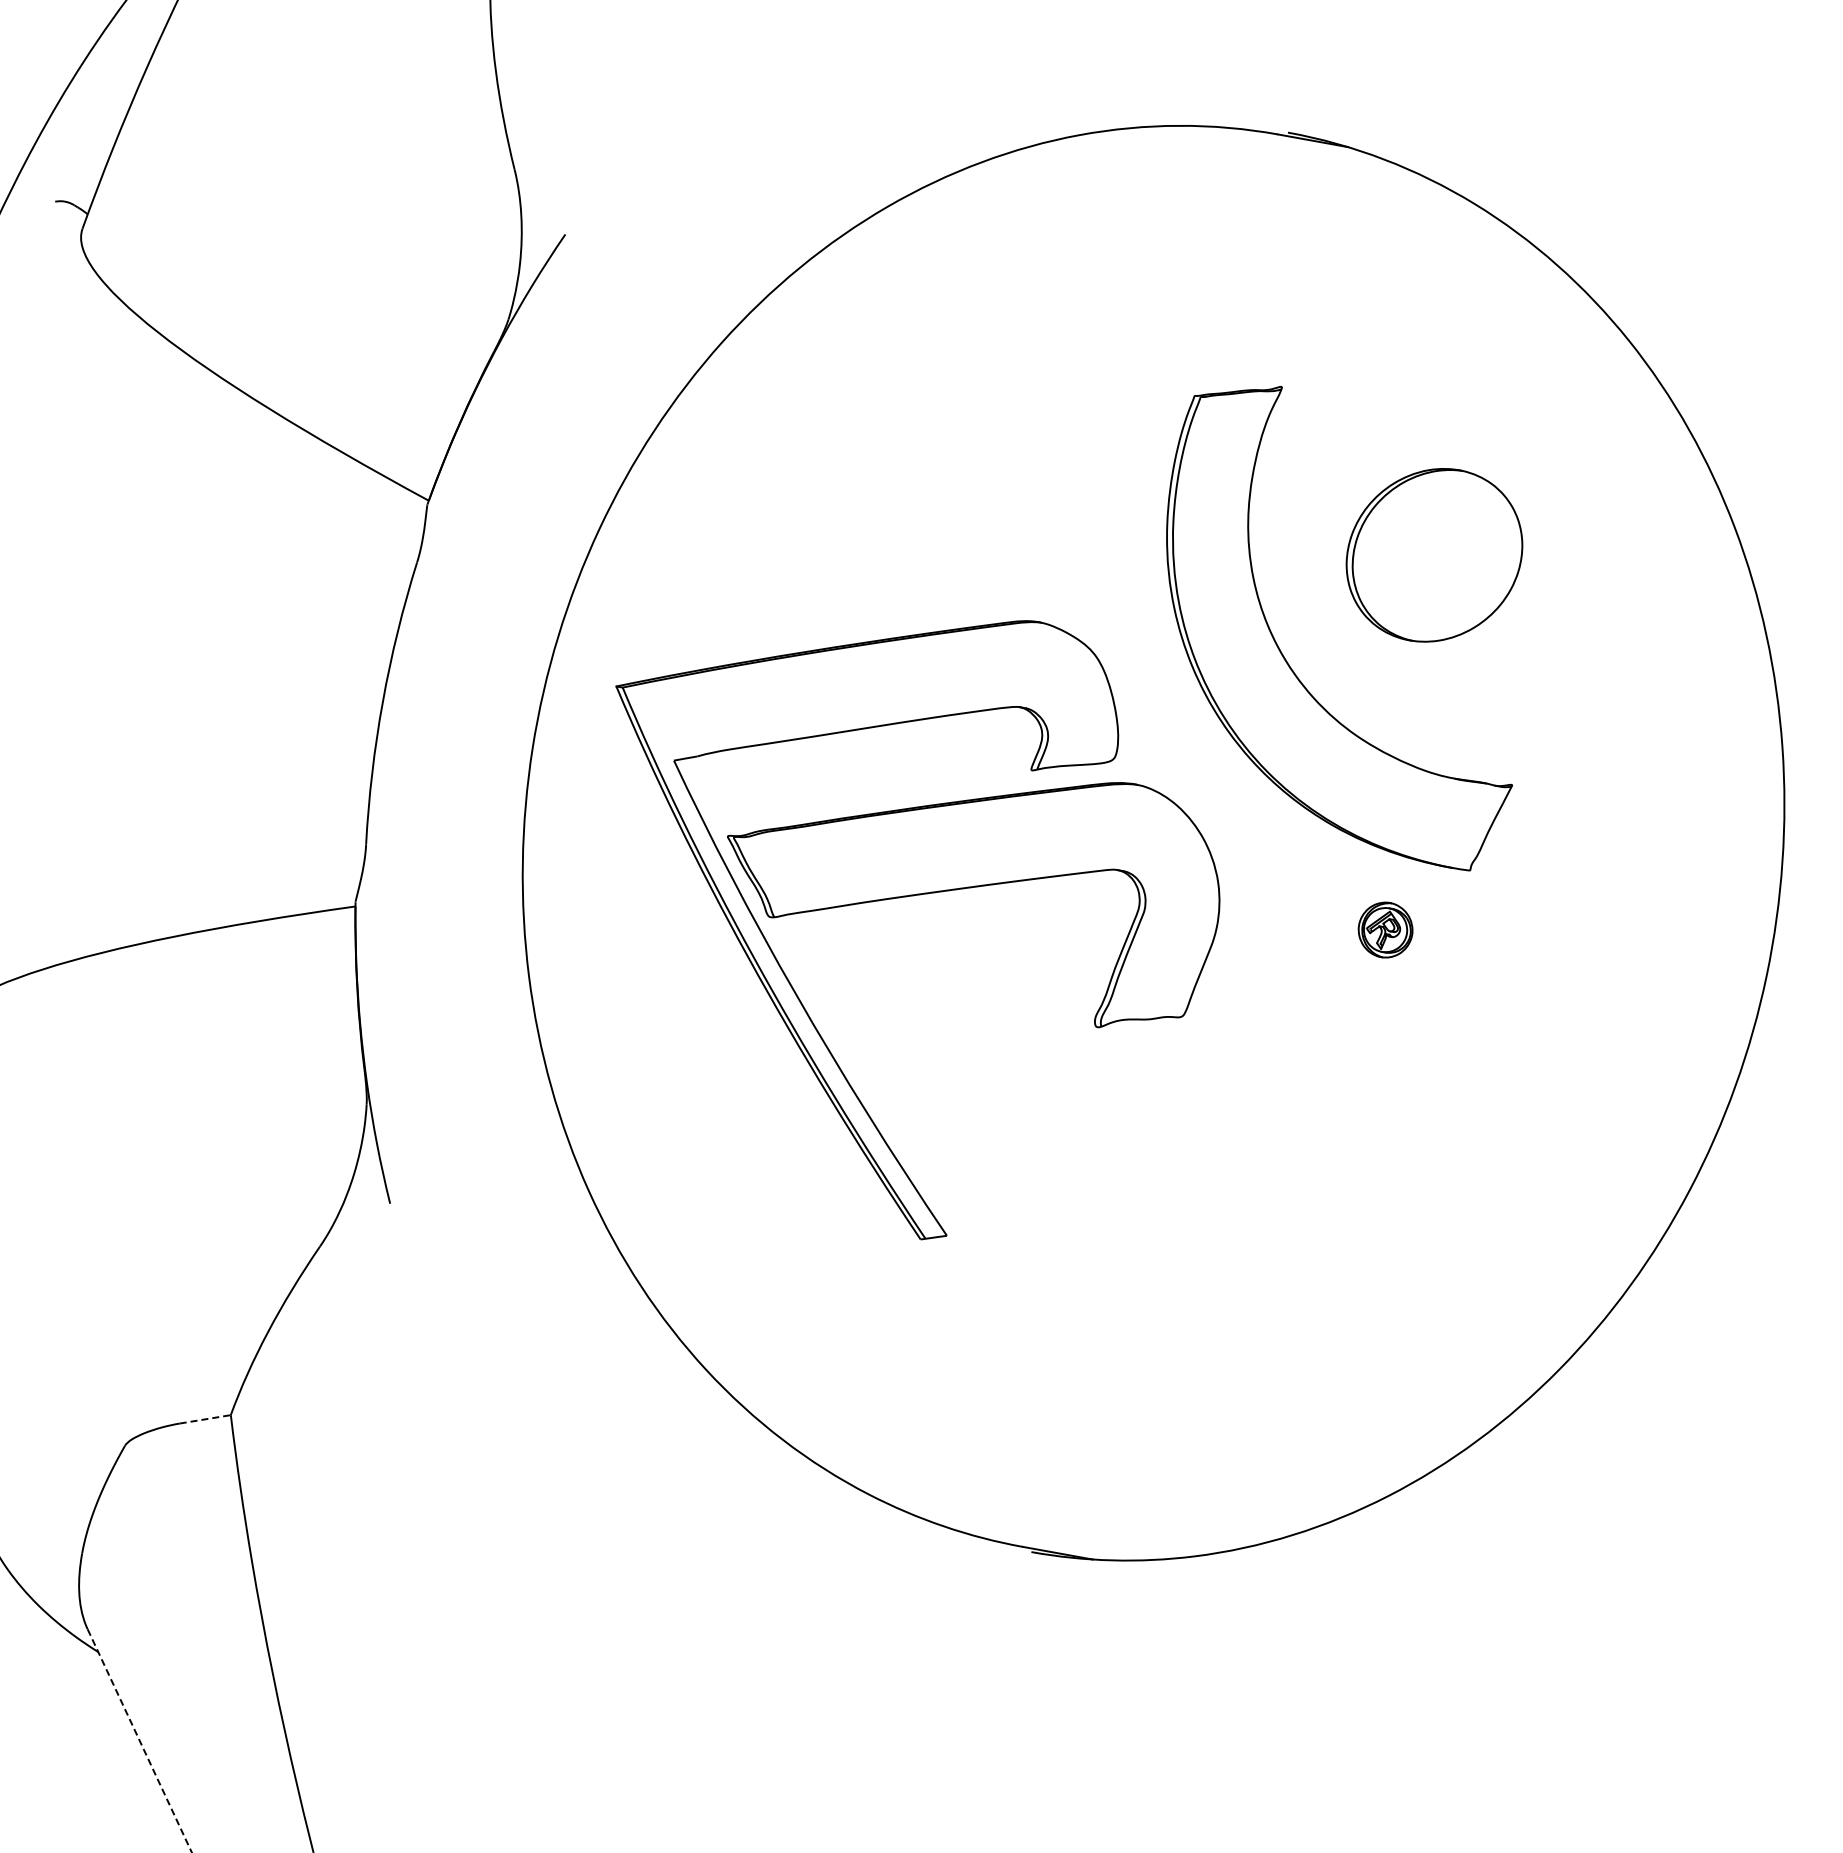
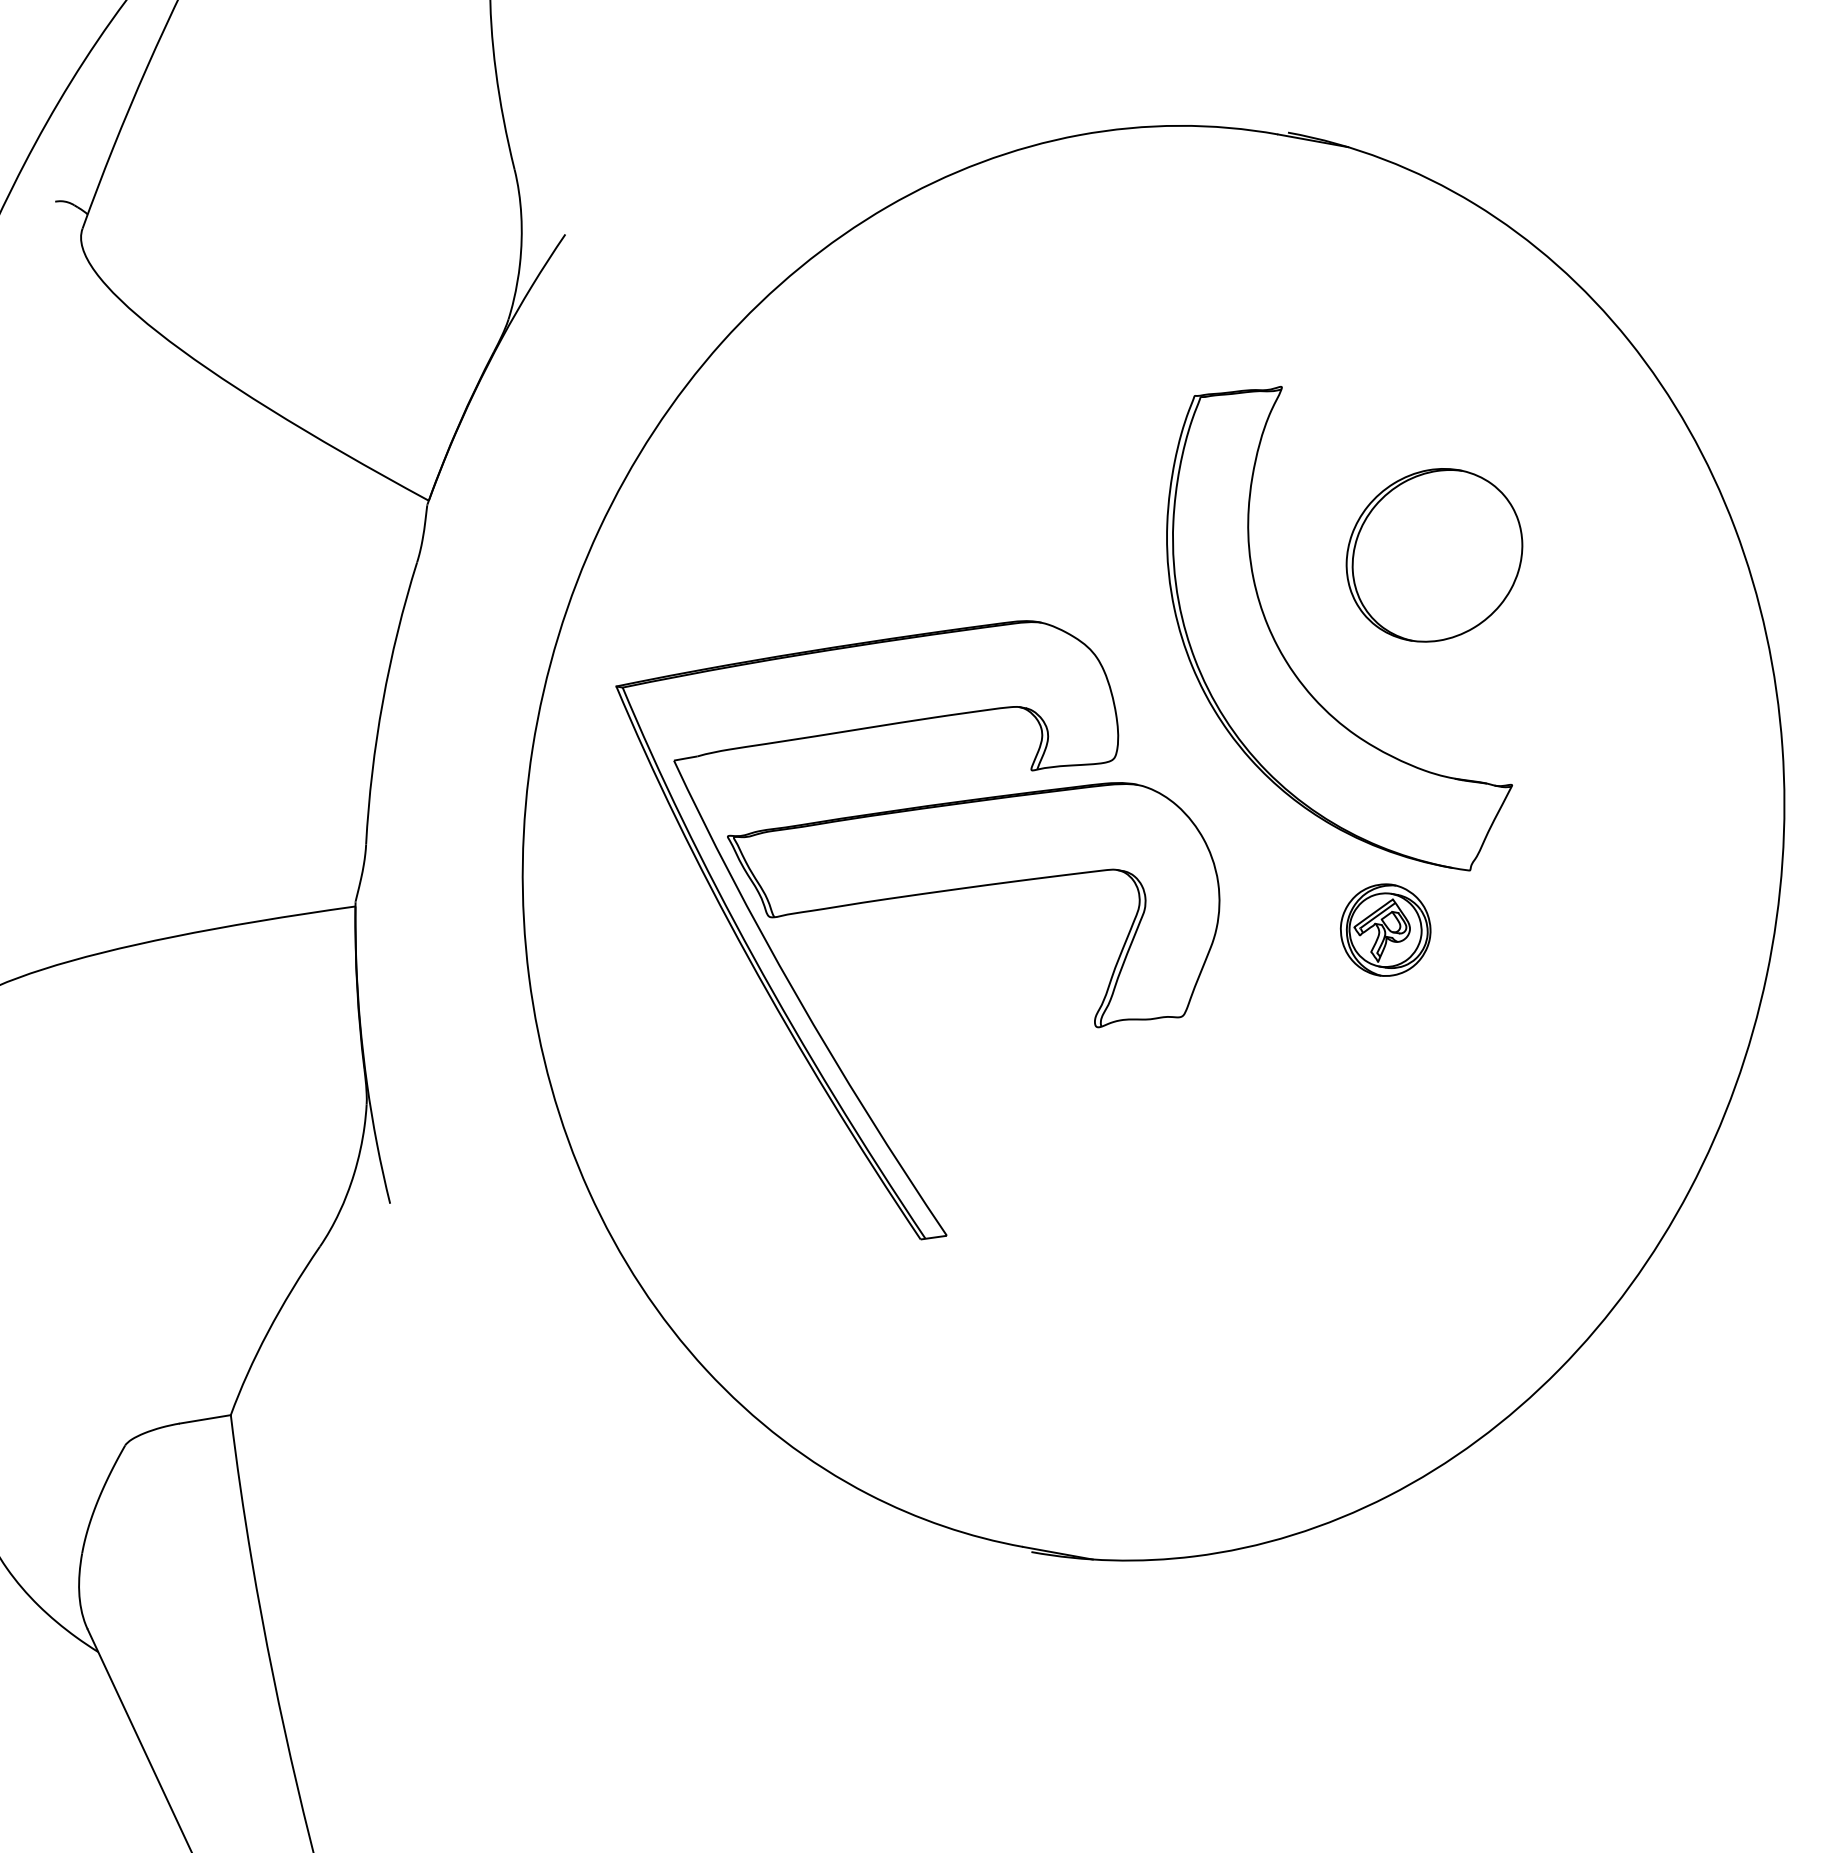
part at (1385, 929) size: 57x58 px -> 93x94 px
line at (205, 1419): dashed -> solid
line at (140, 1741): dashed -> solid
